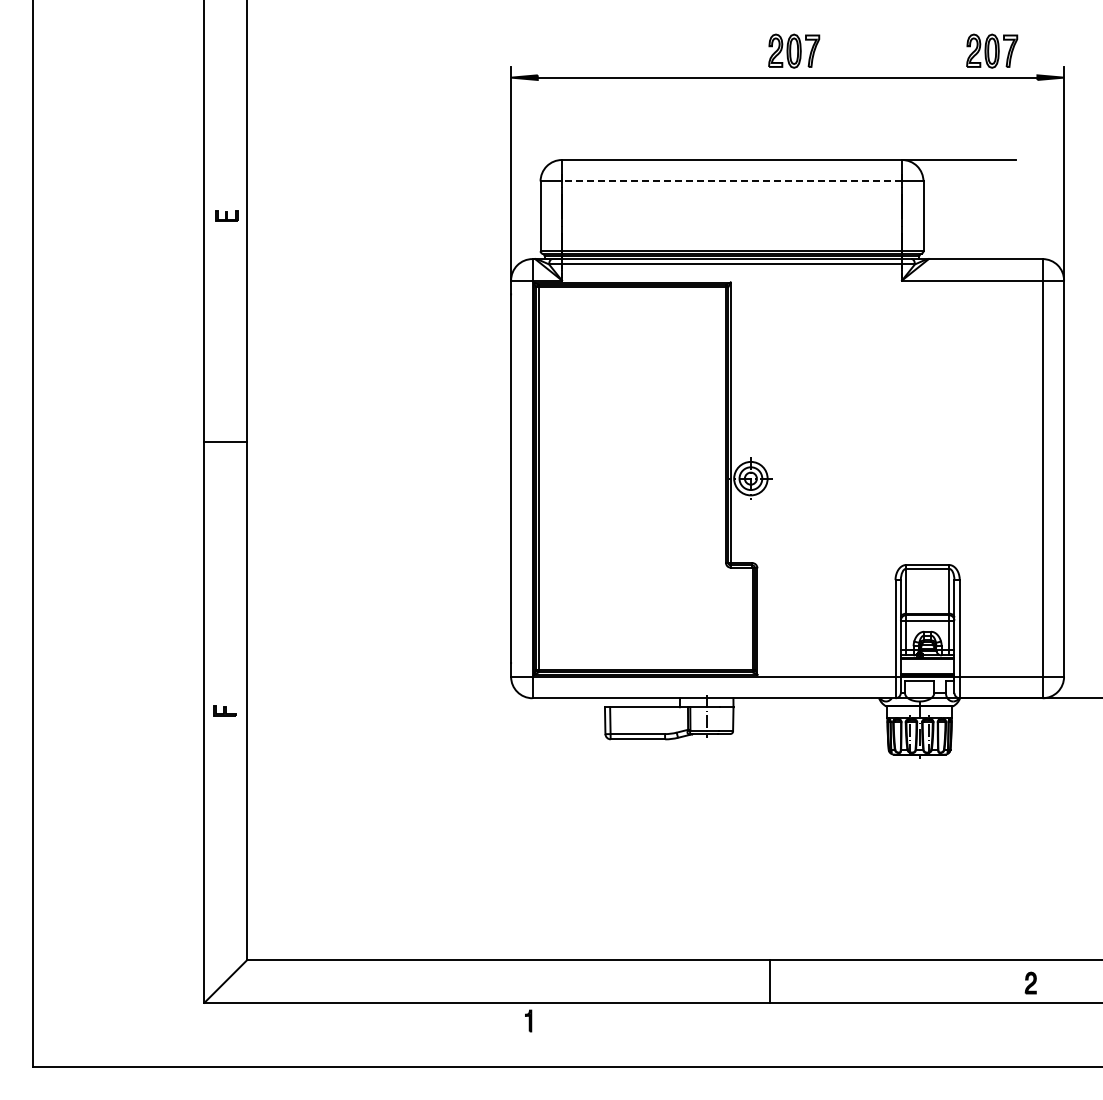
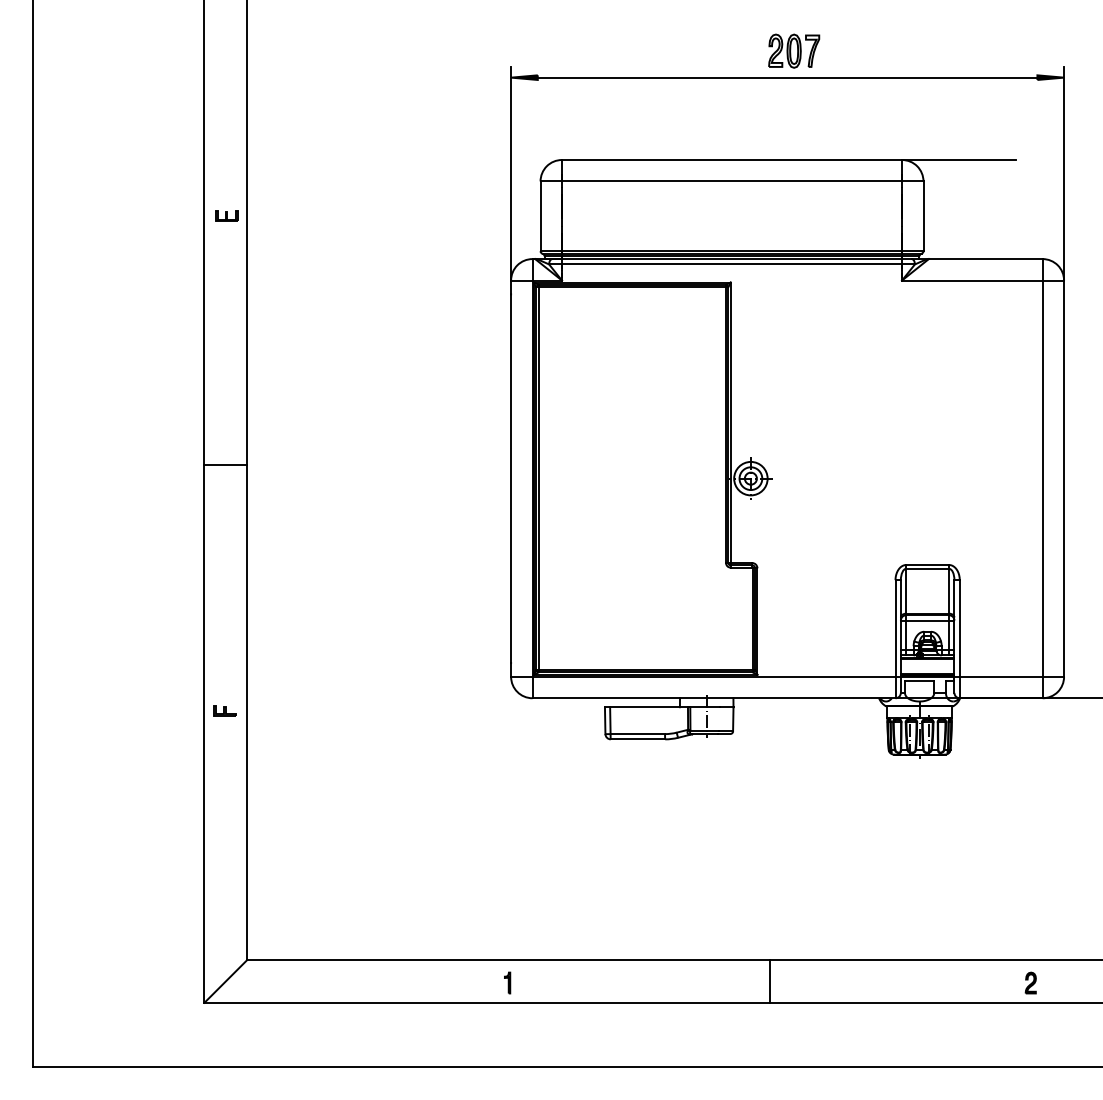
part at (992, 50): present -> none
line at (731, 181): dashed -> solid
line at (225, 442) position: (225, 442) -> (225, 465)
part at (528, 1020) position: (528, 1020) -> (507, 982)
